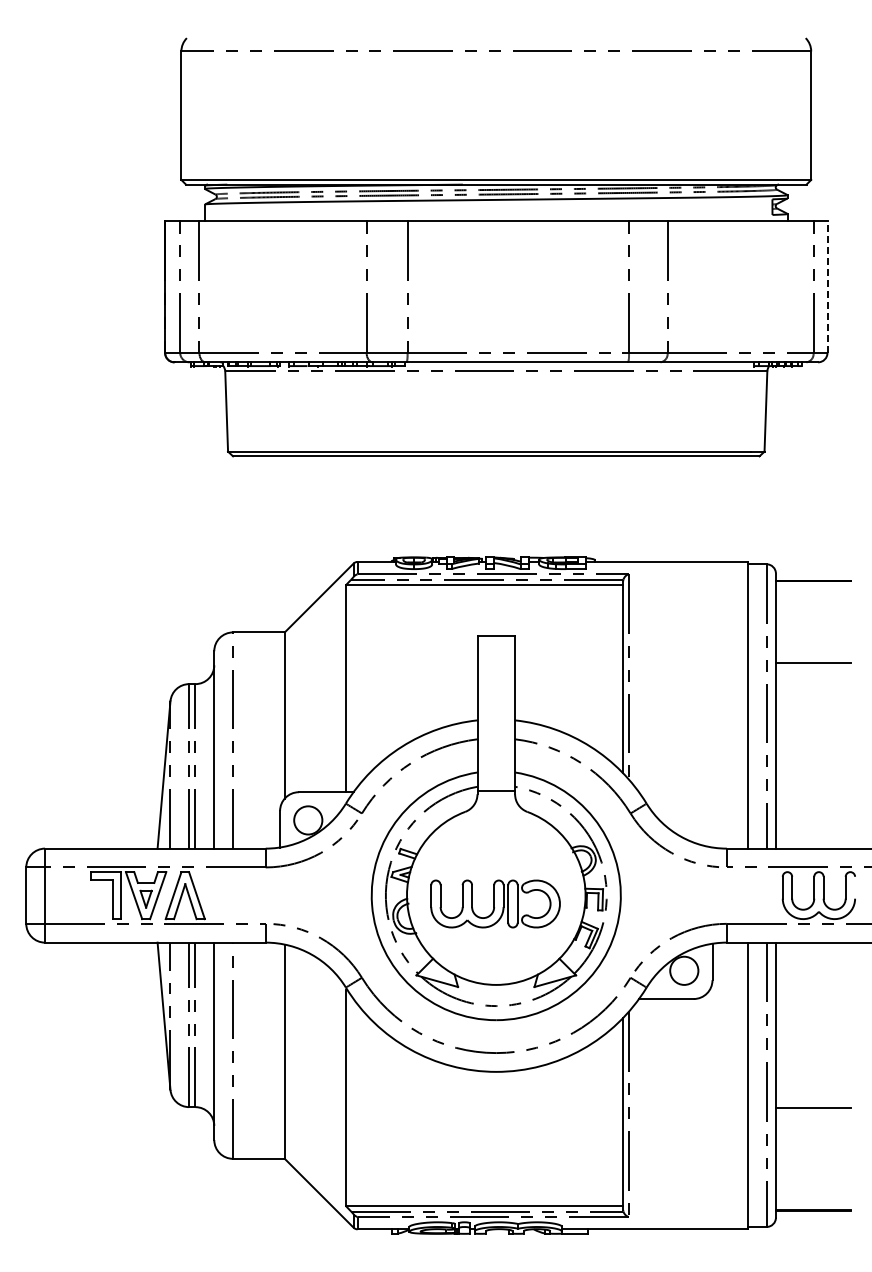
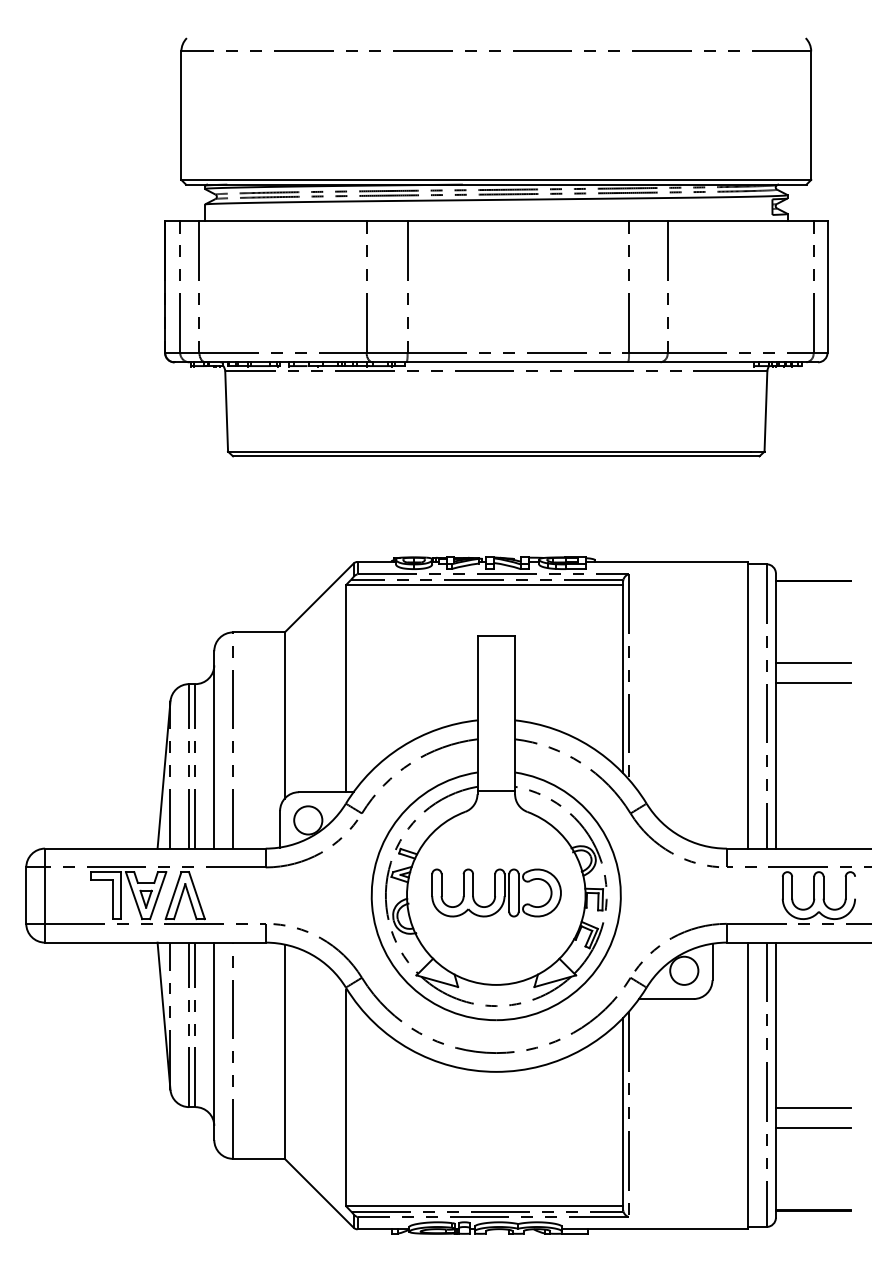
line at (827, 287): dashed -> solid
line at (812, 683): none -> present
part at (495, 903) position: (495, 903) -> (496, 892)
line at (812, 1128): none -> present
